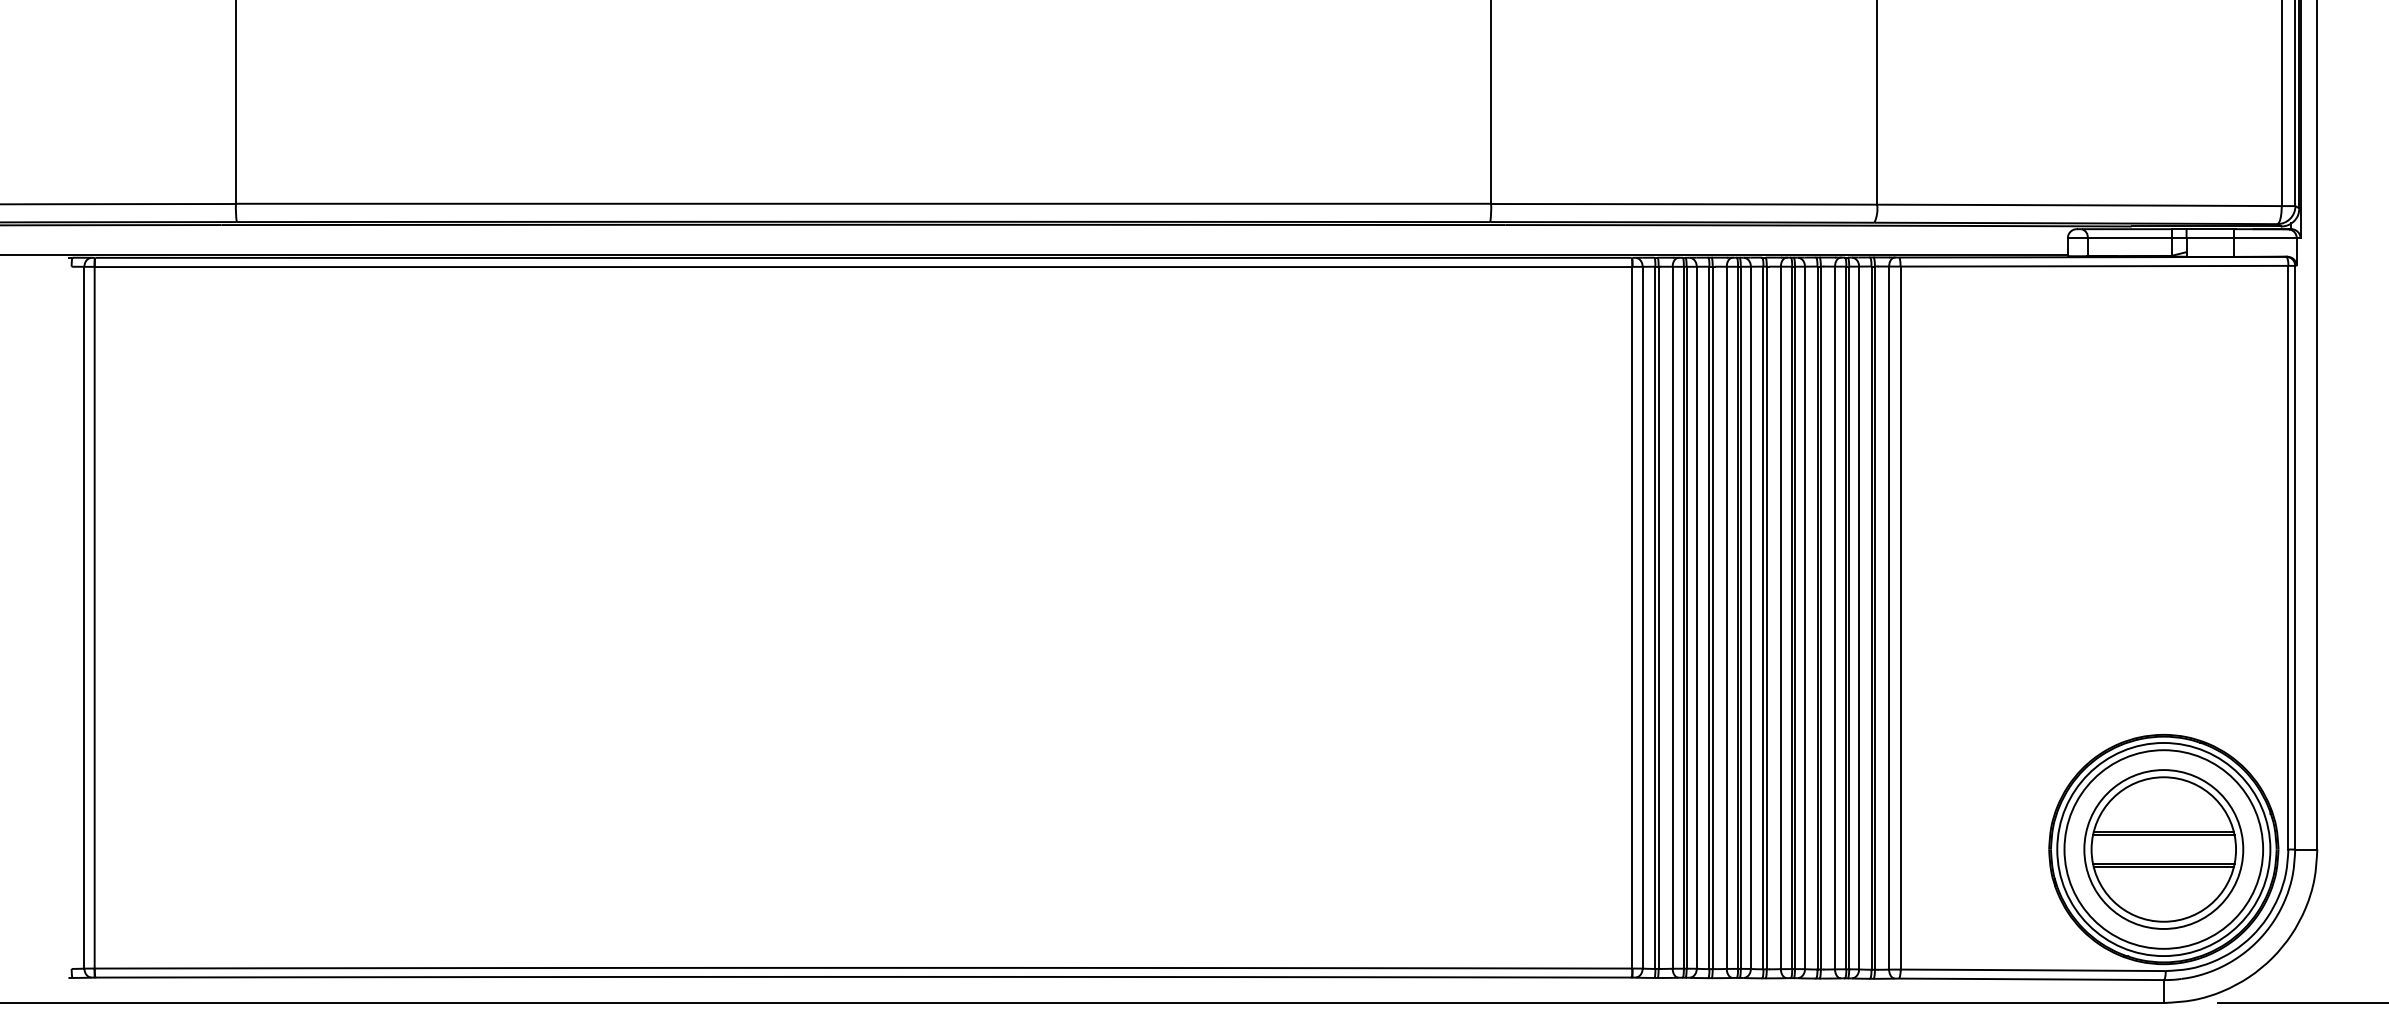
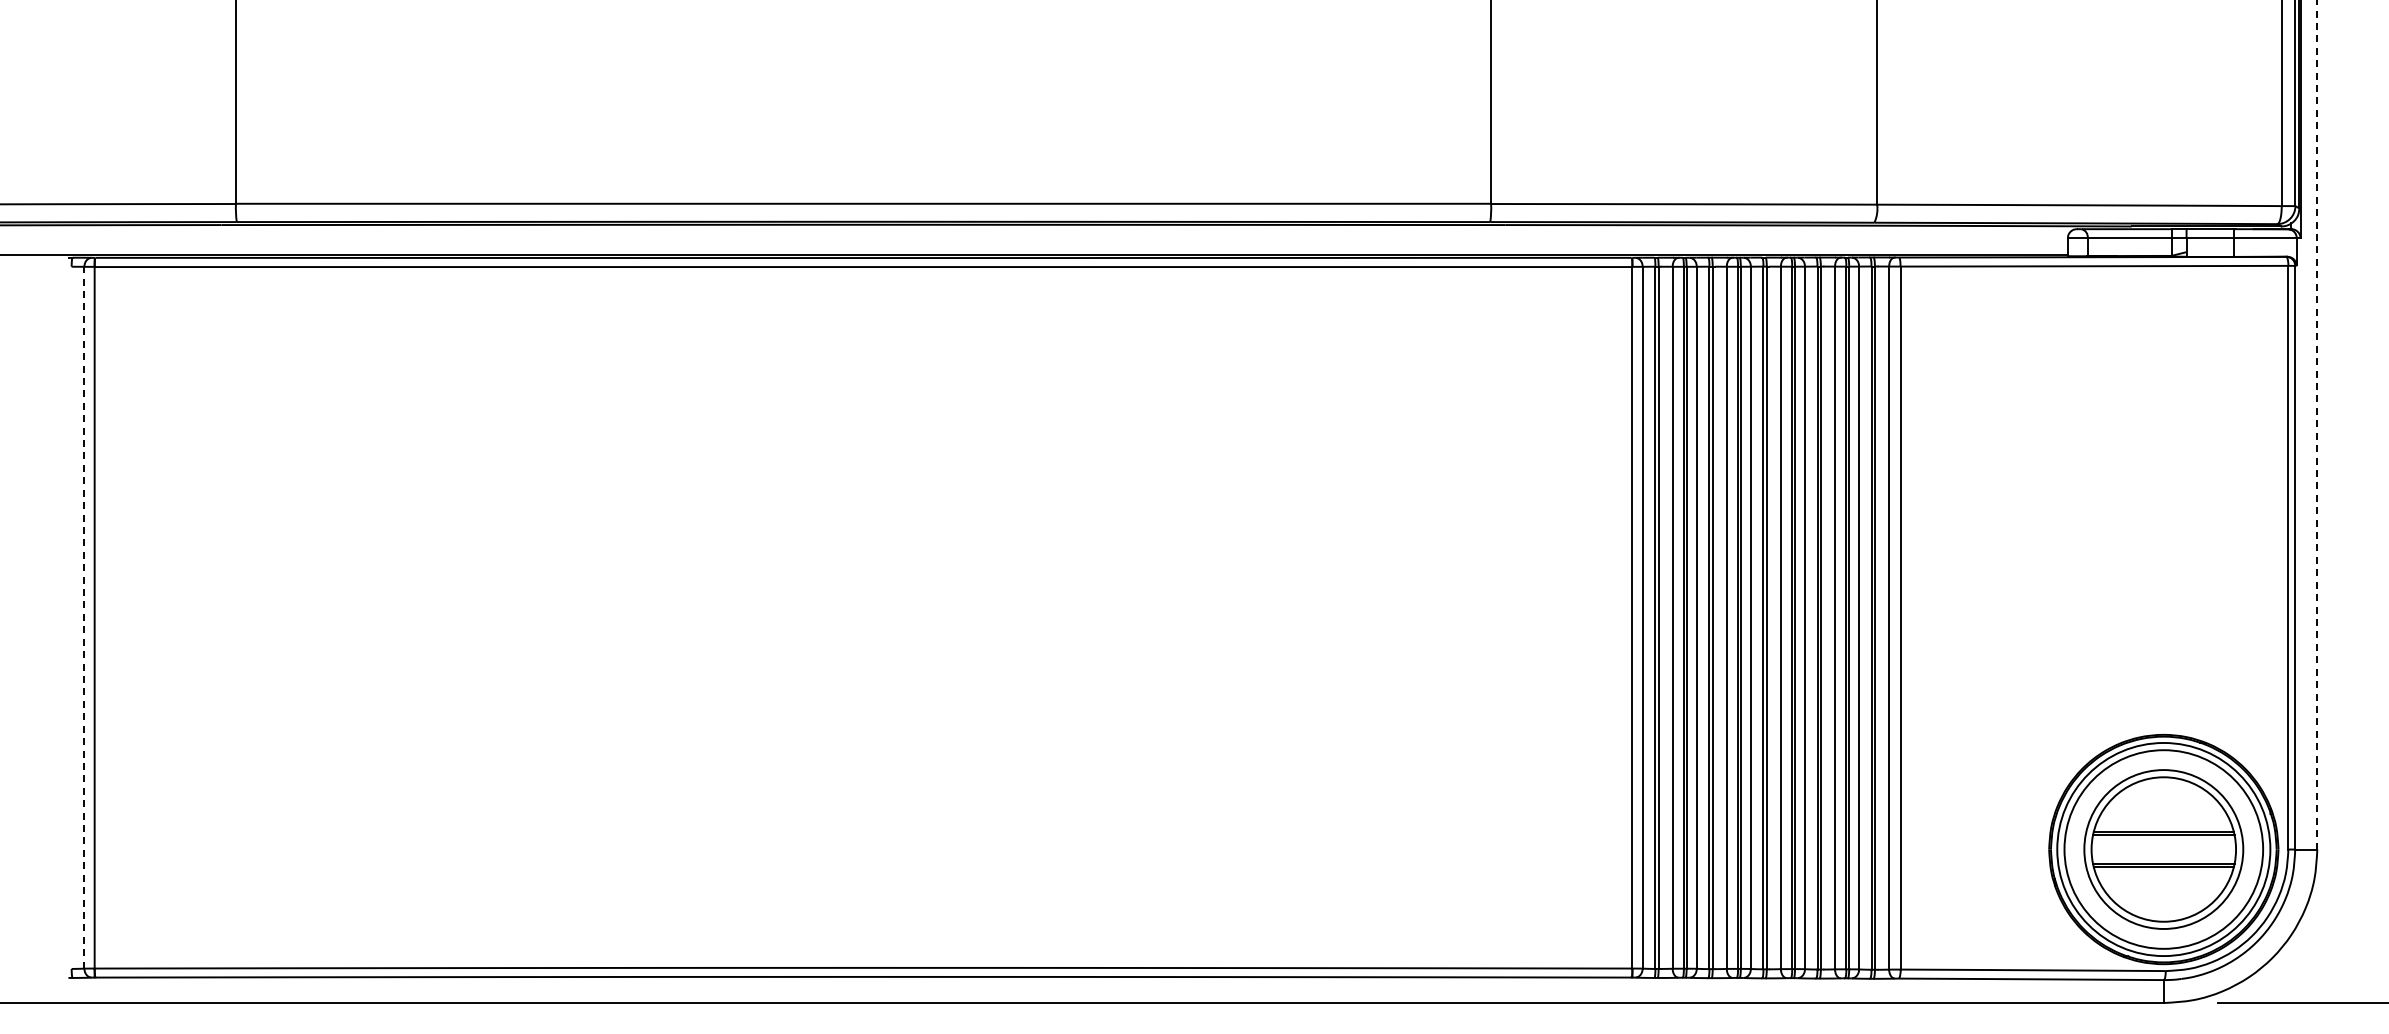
line at (2317, 424): solid -> dashed
line at (84, 617): solid -> dashed
